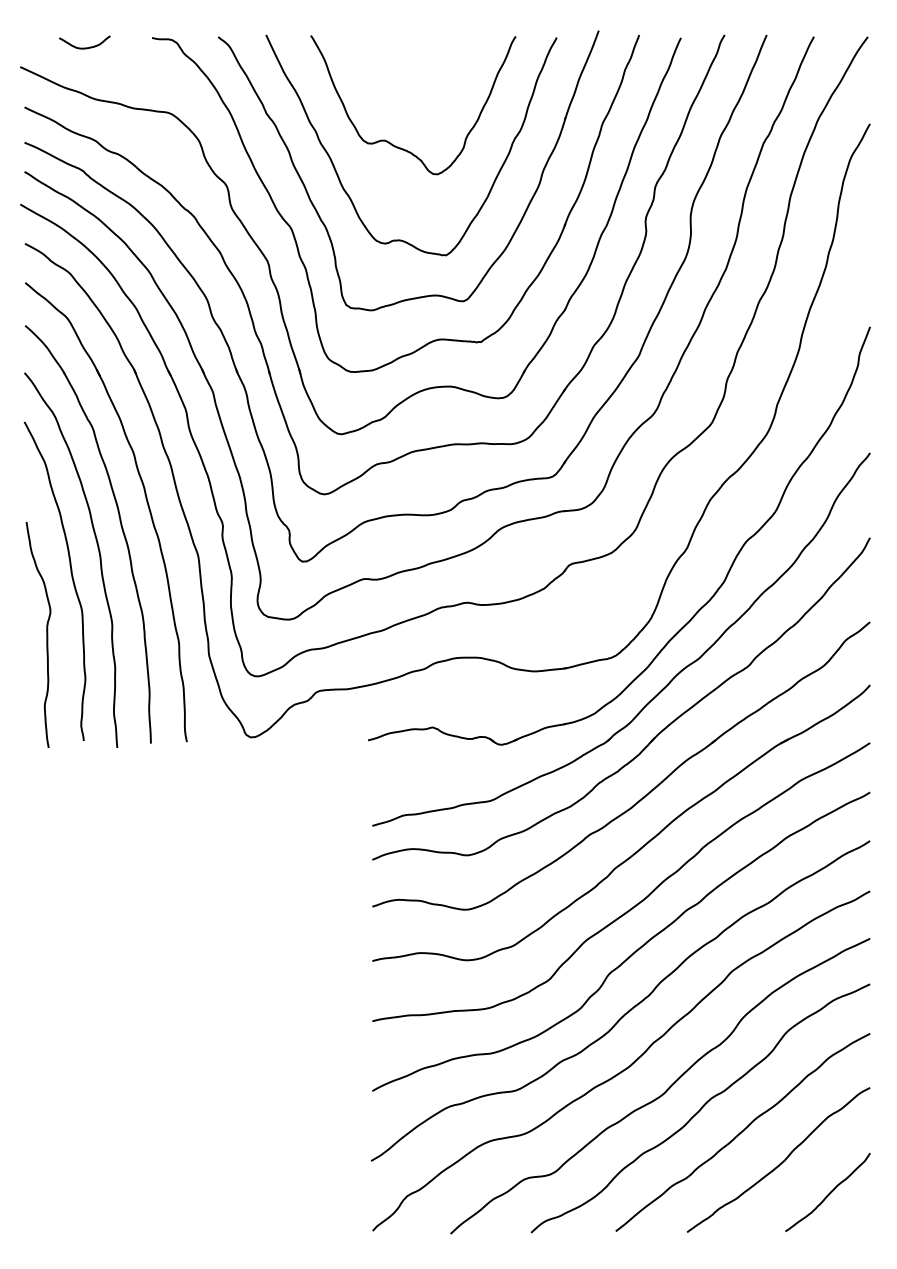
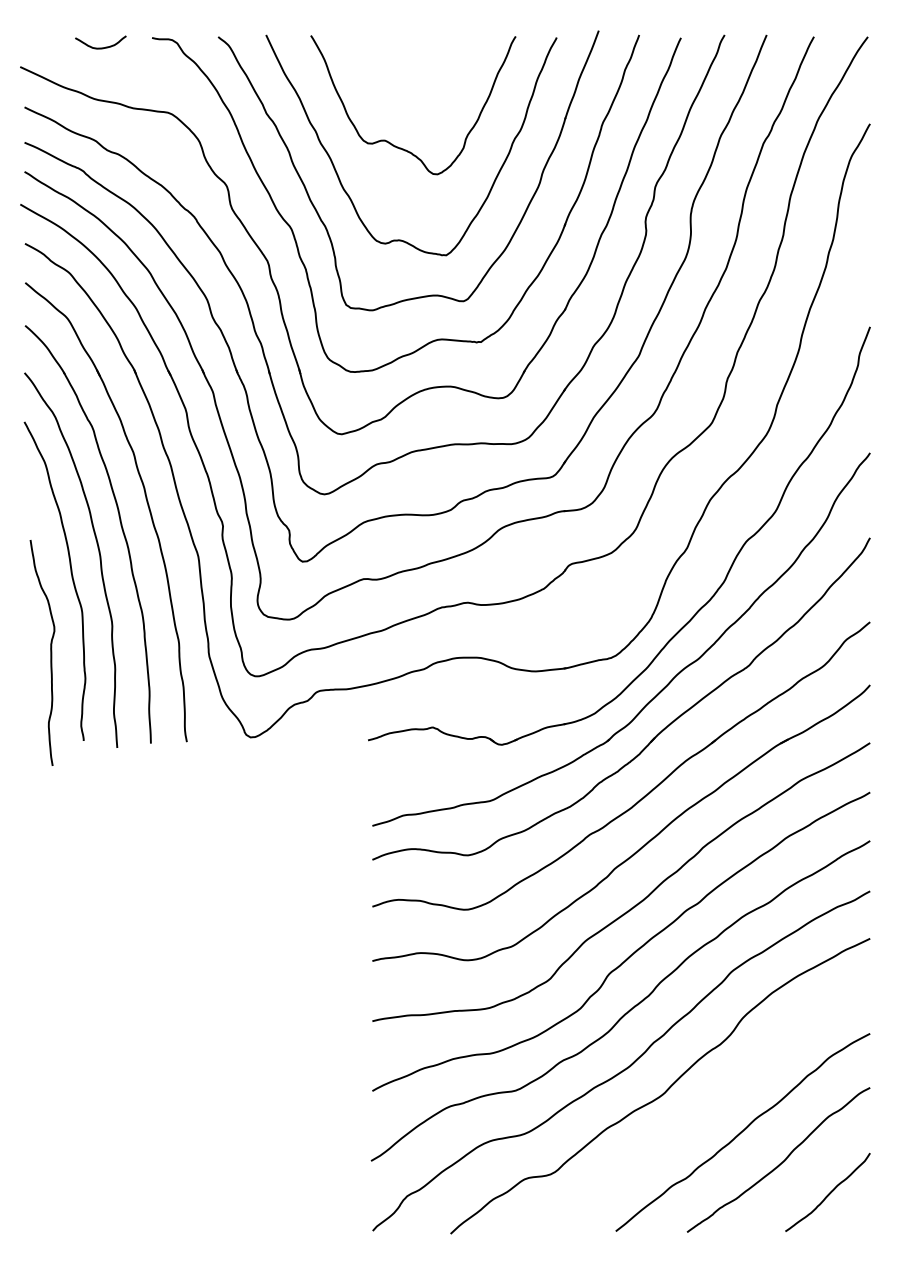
curve at (84, 47) position: (84, 47) -> (100, 47)
curve at (46, 634) position: (46, 634) -> (50, 652)
curve at (700, 1108): present -> none
